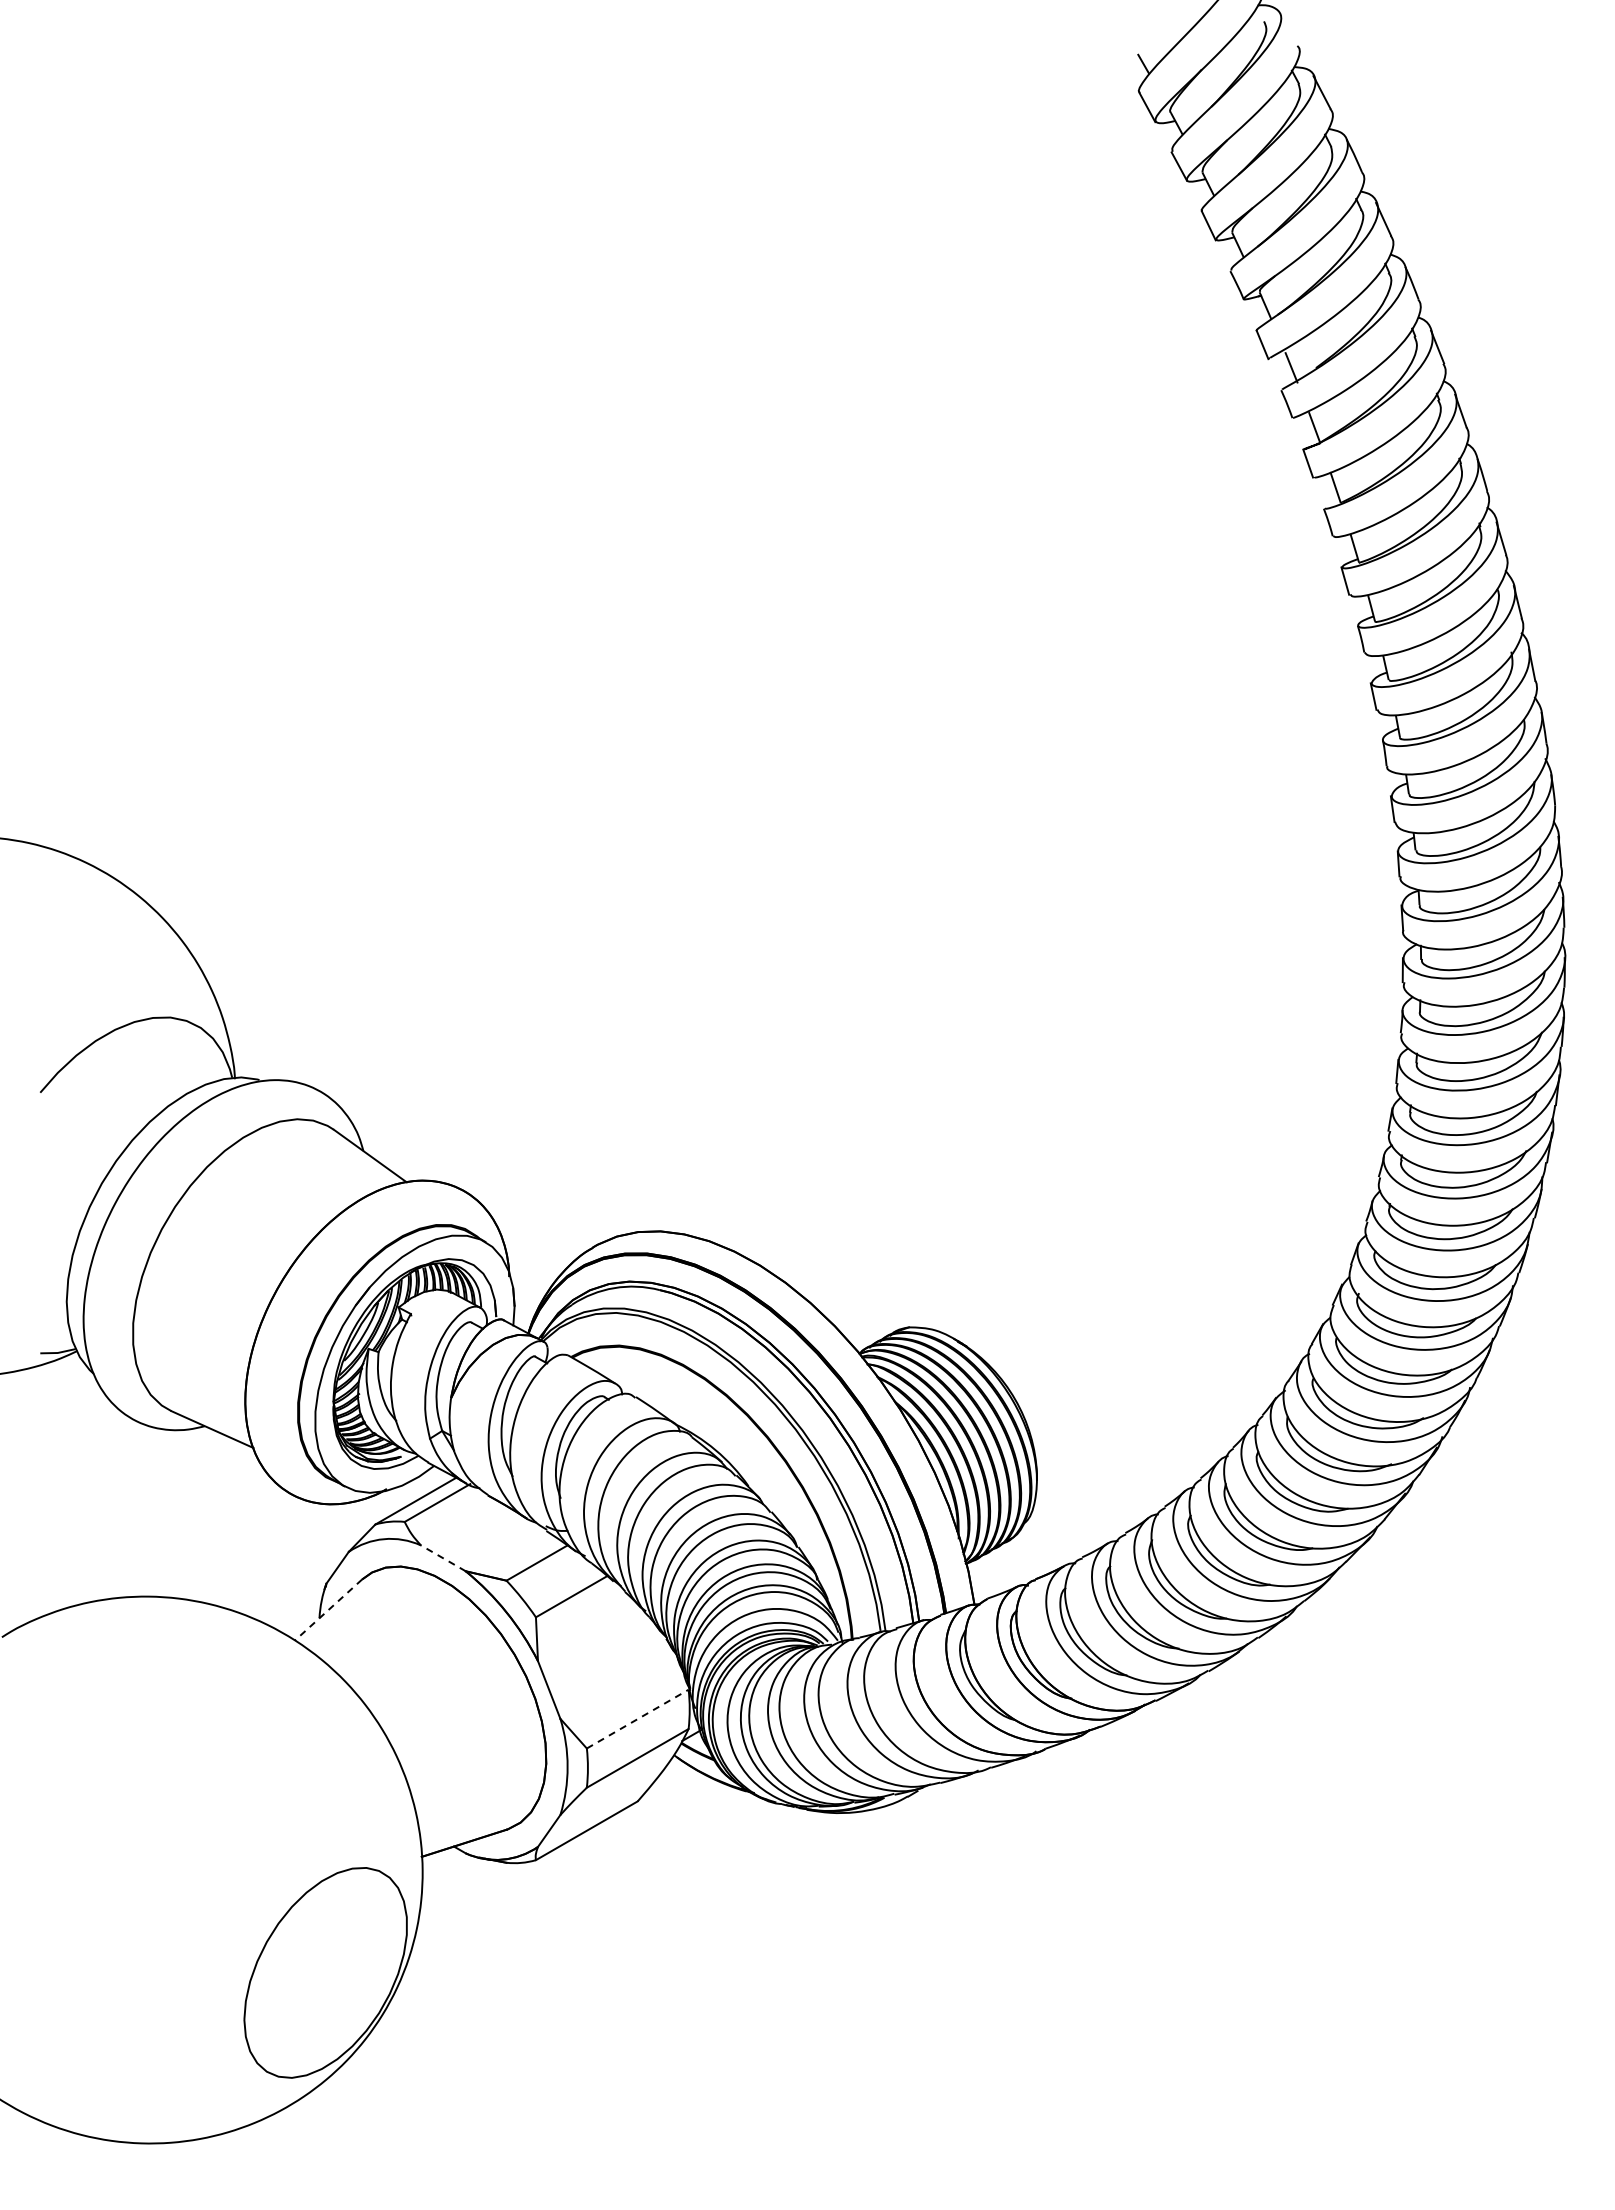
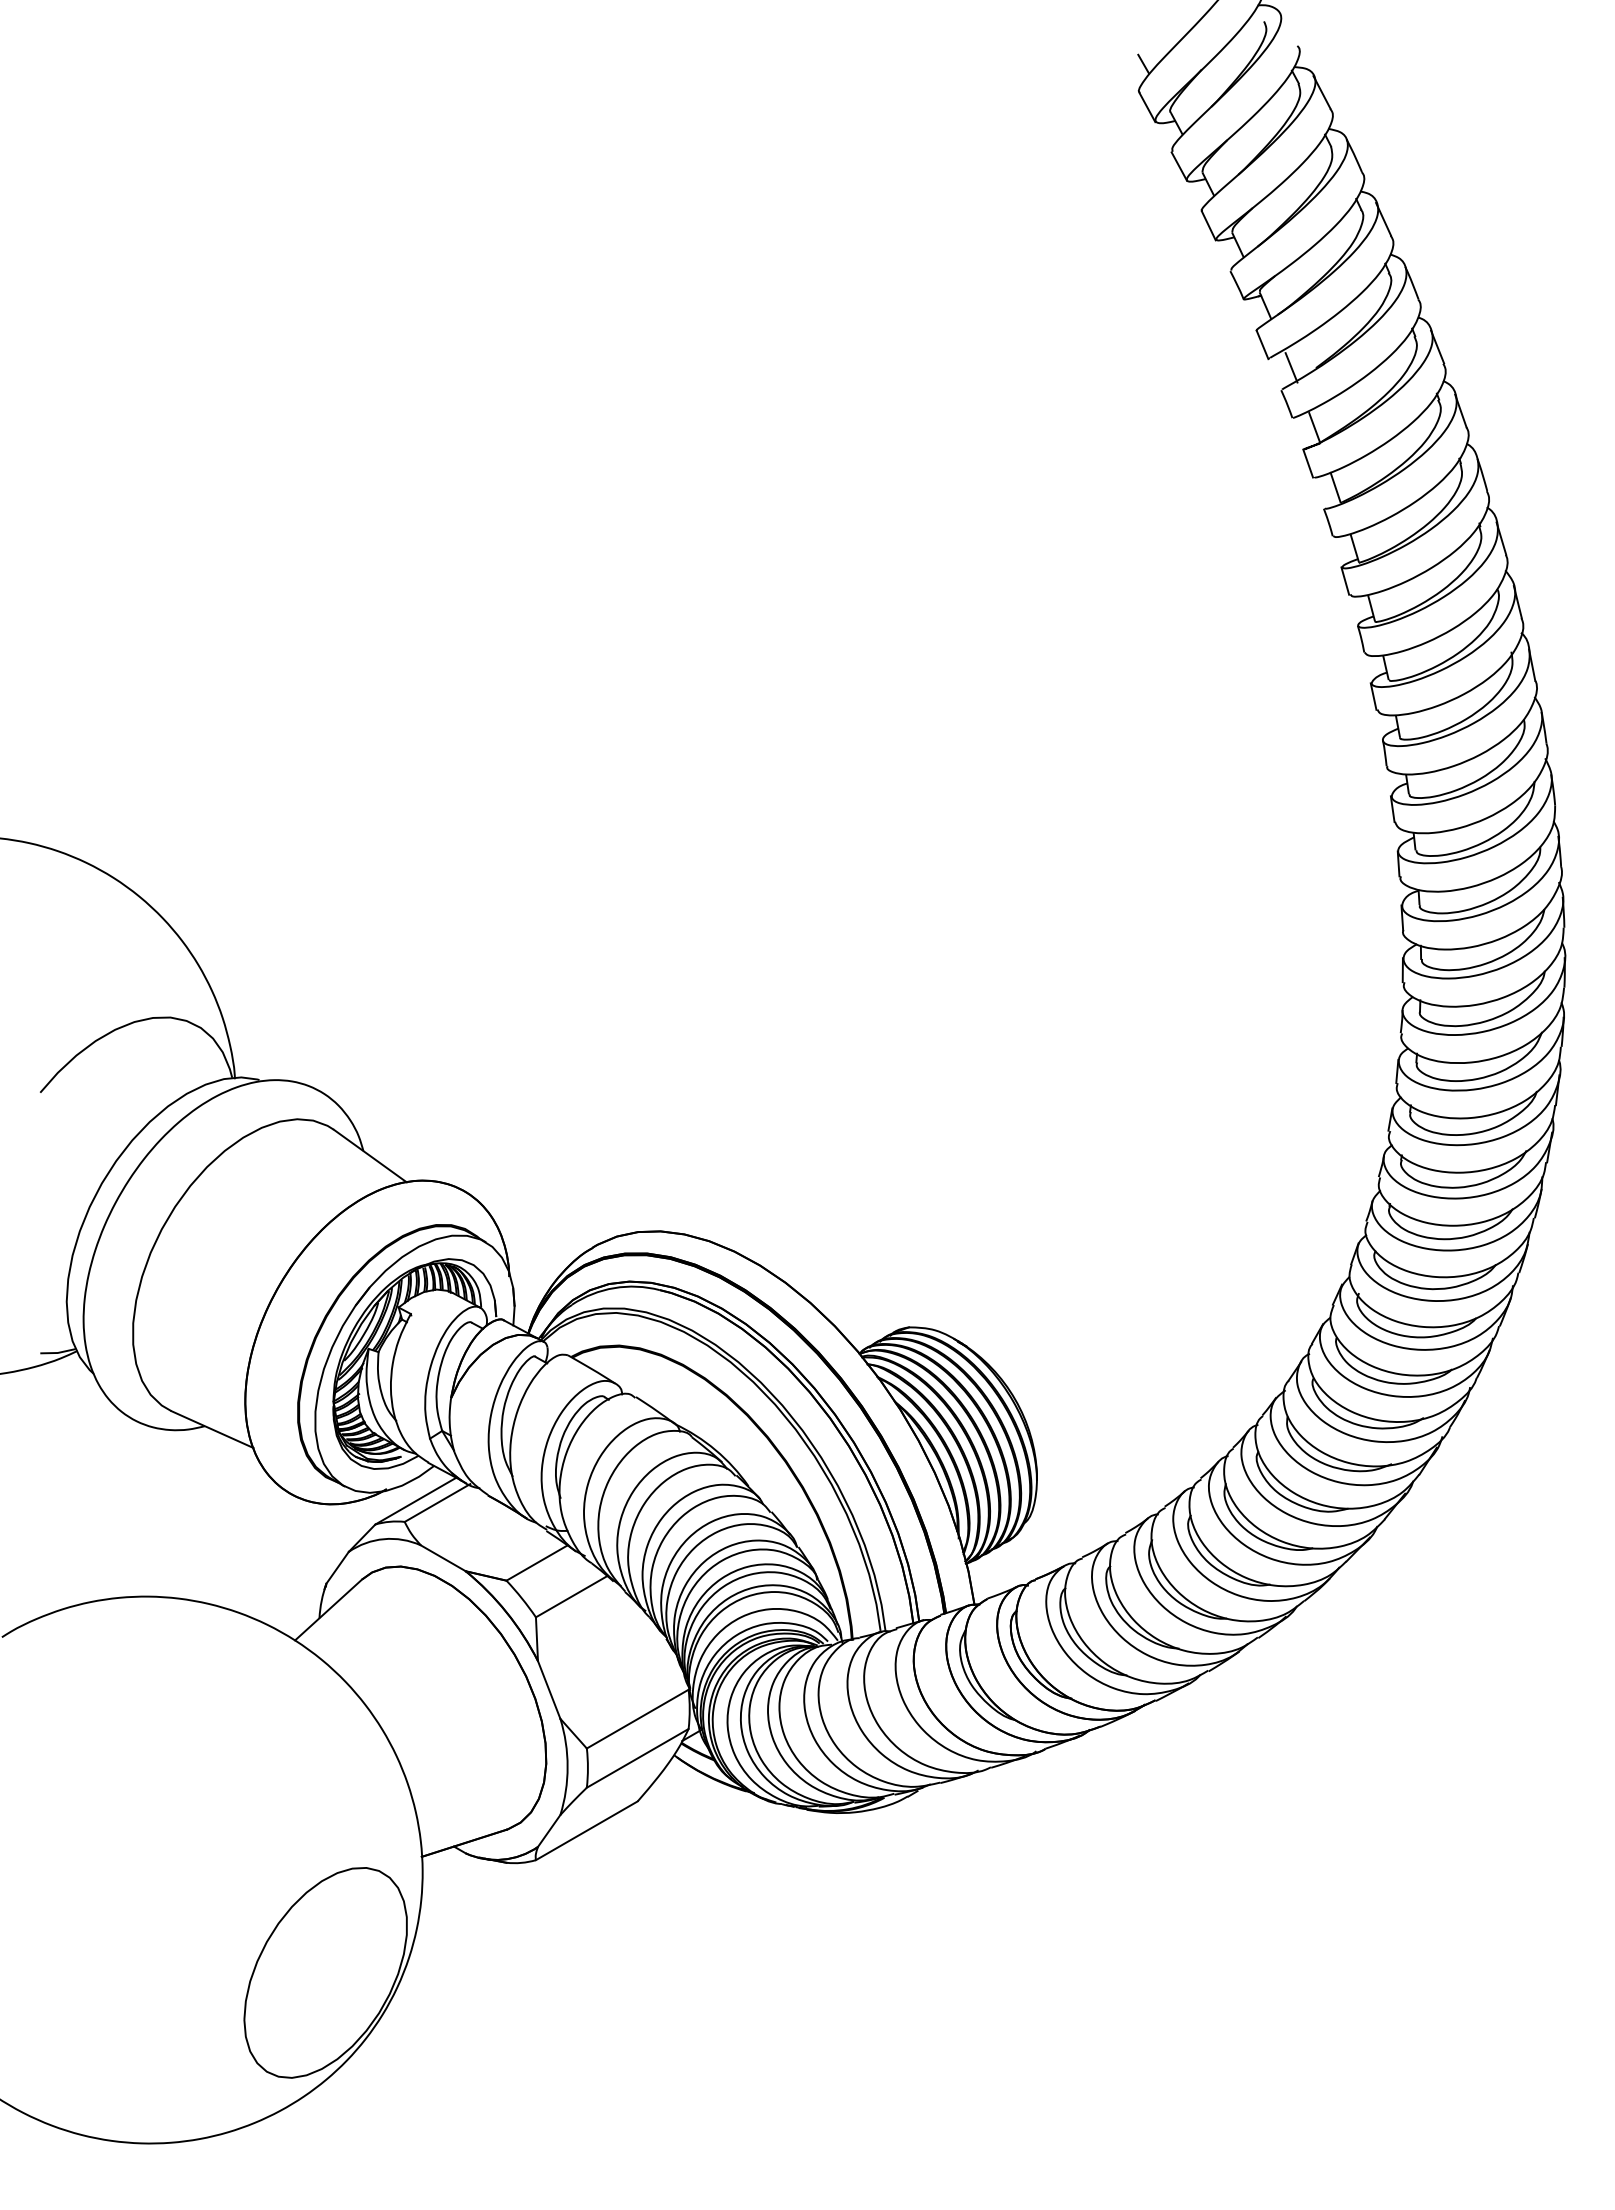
line at (443, 1558): dashed -> solid
line at (328, 1610): dashed -> solid
line at (637, 1719): dashed -> solid
